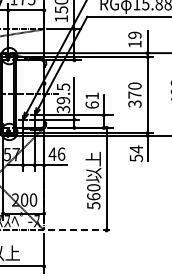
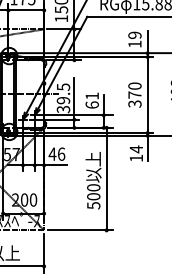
text at (136, 158): 54 -> 14
text at (93, 196): 560 -> 500
line at (81, 230): dashed -> solid
